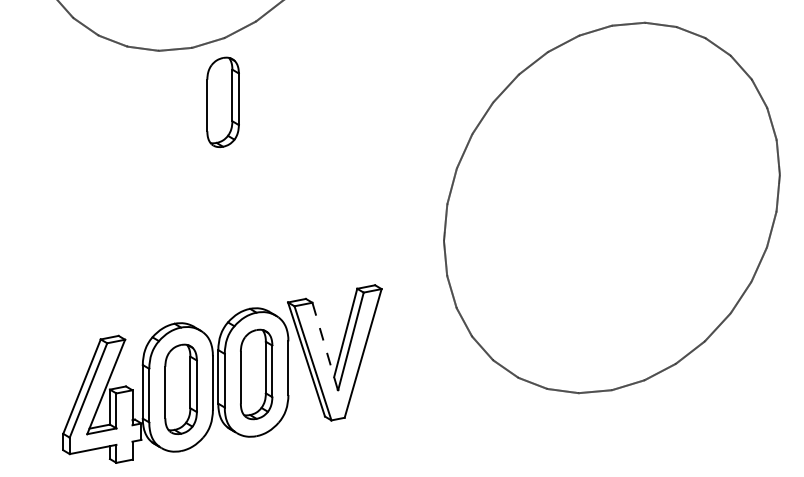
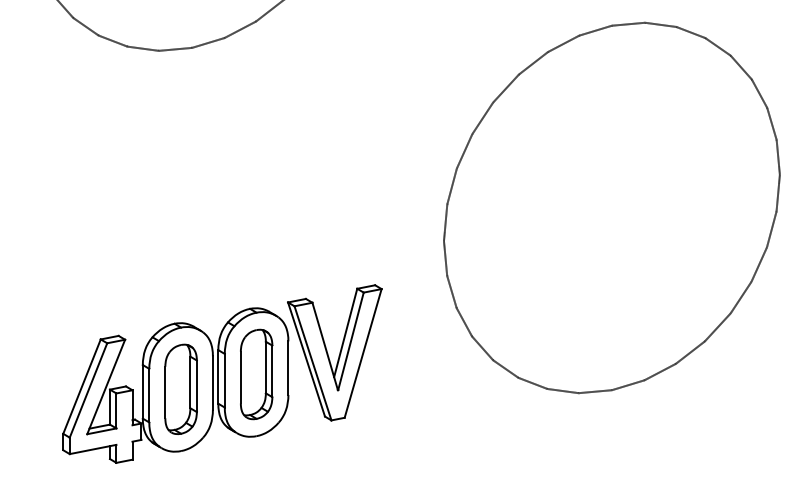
part at (222, 101): present -> none
line at (325, 346): dashed -> solid
